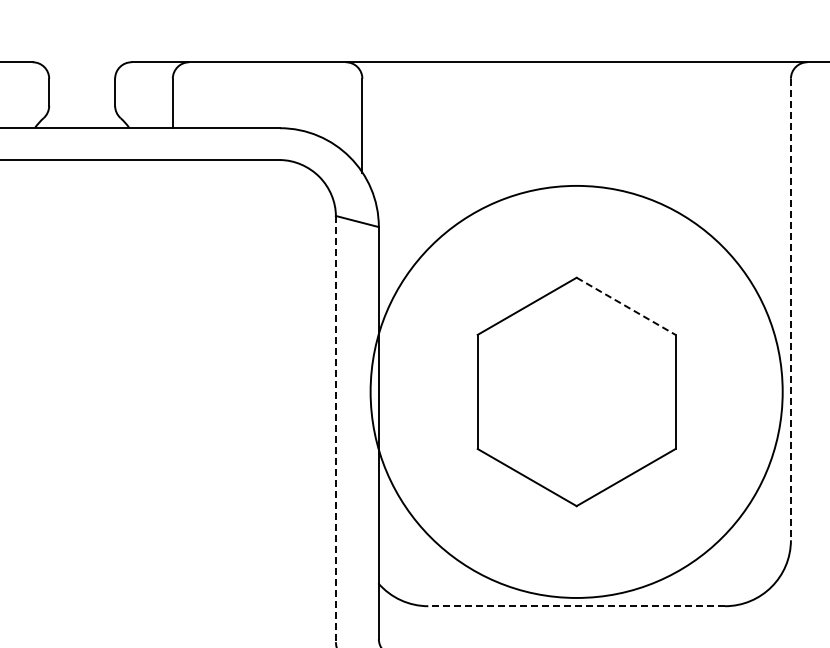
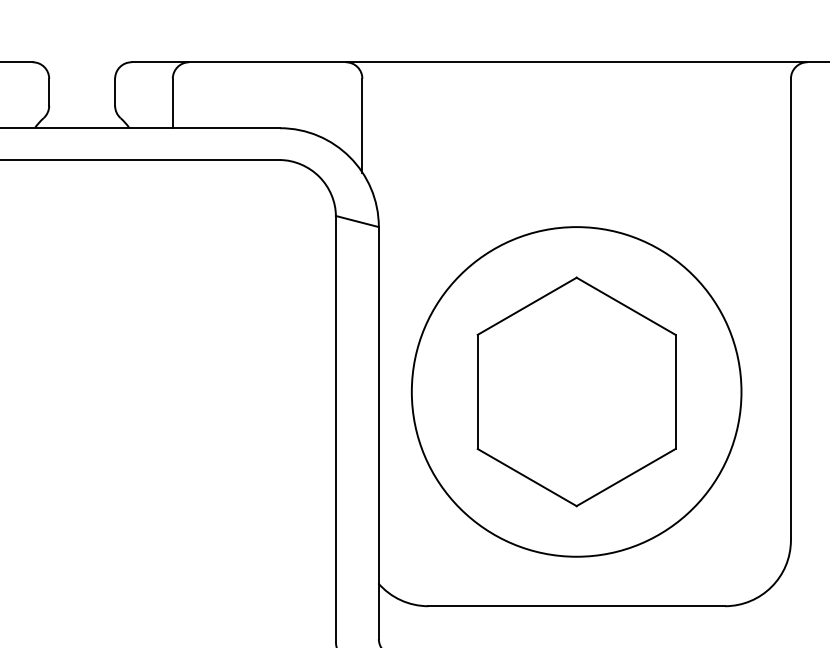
line at (626, 306): dashed -> solid
line at (790, 309): dashed -> solid
circle at (576, 391) diameter: 412 px -> 330 px
line at (335, 429): dashed -> solid
line at (576, 606): dashed -> solid
